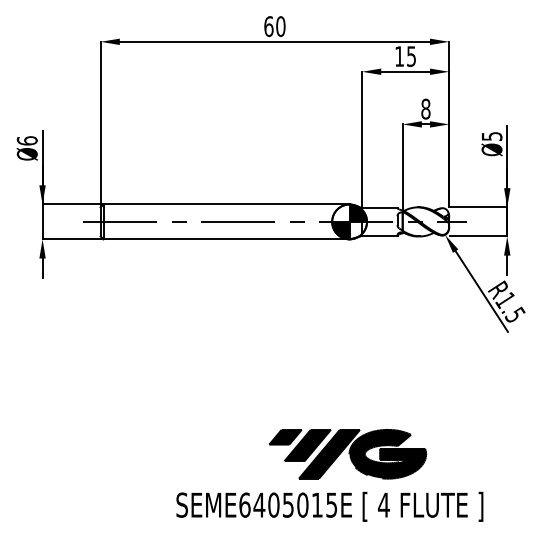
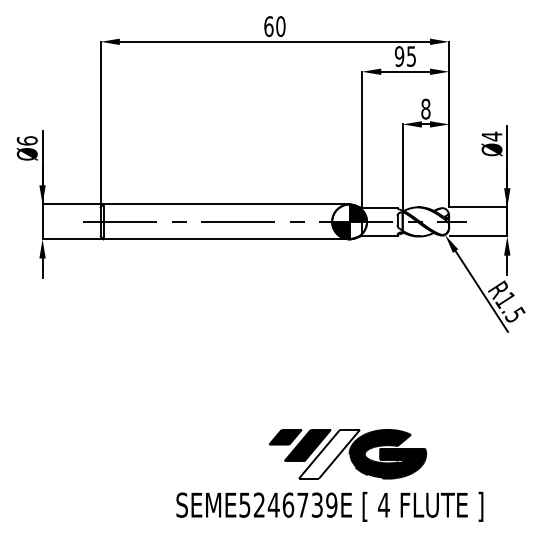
text at (399, 56): 15 -> 95
text at (491, 136): Ø5 -> Ø4
fill at (329, 453): present -> none
text at (288, 504): SEME6405015E -> SEME5246739E
